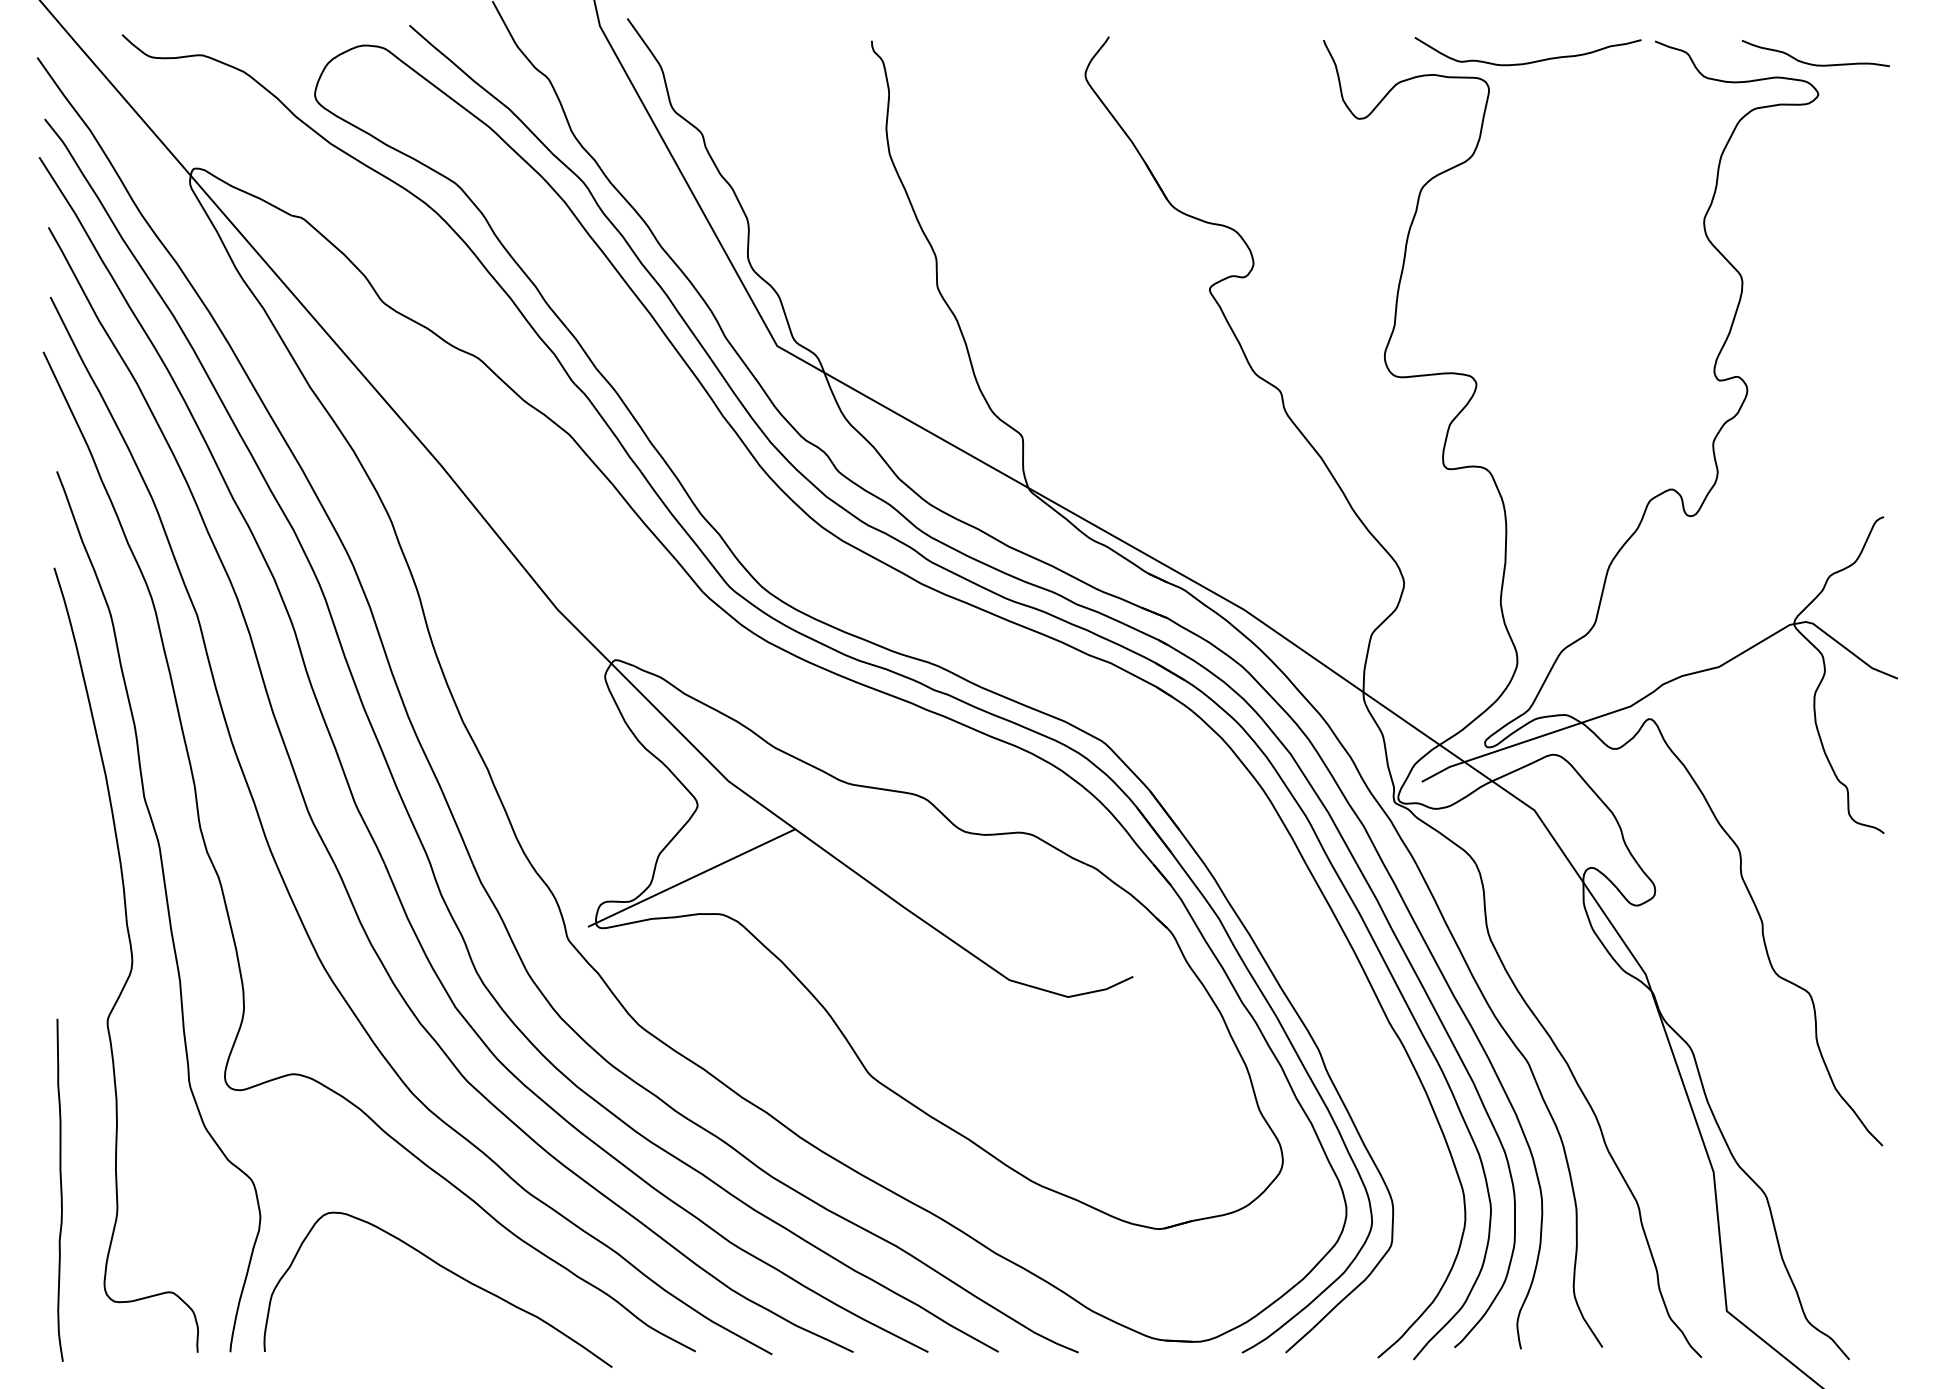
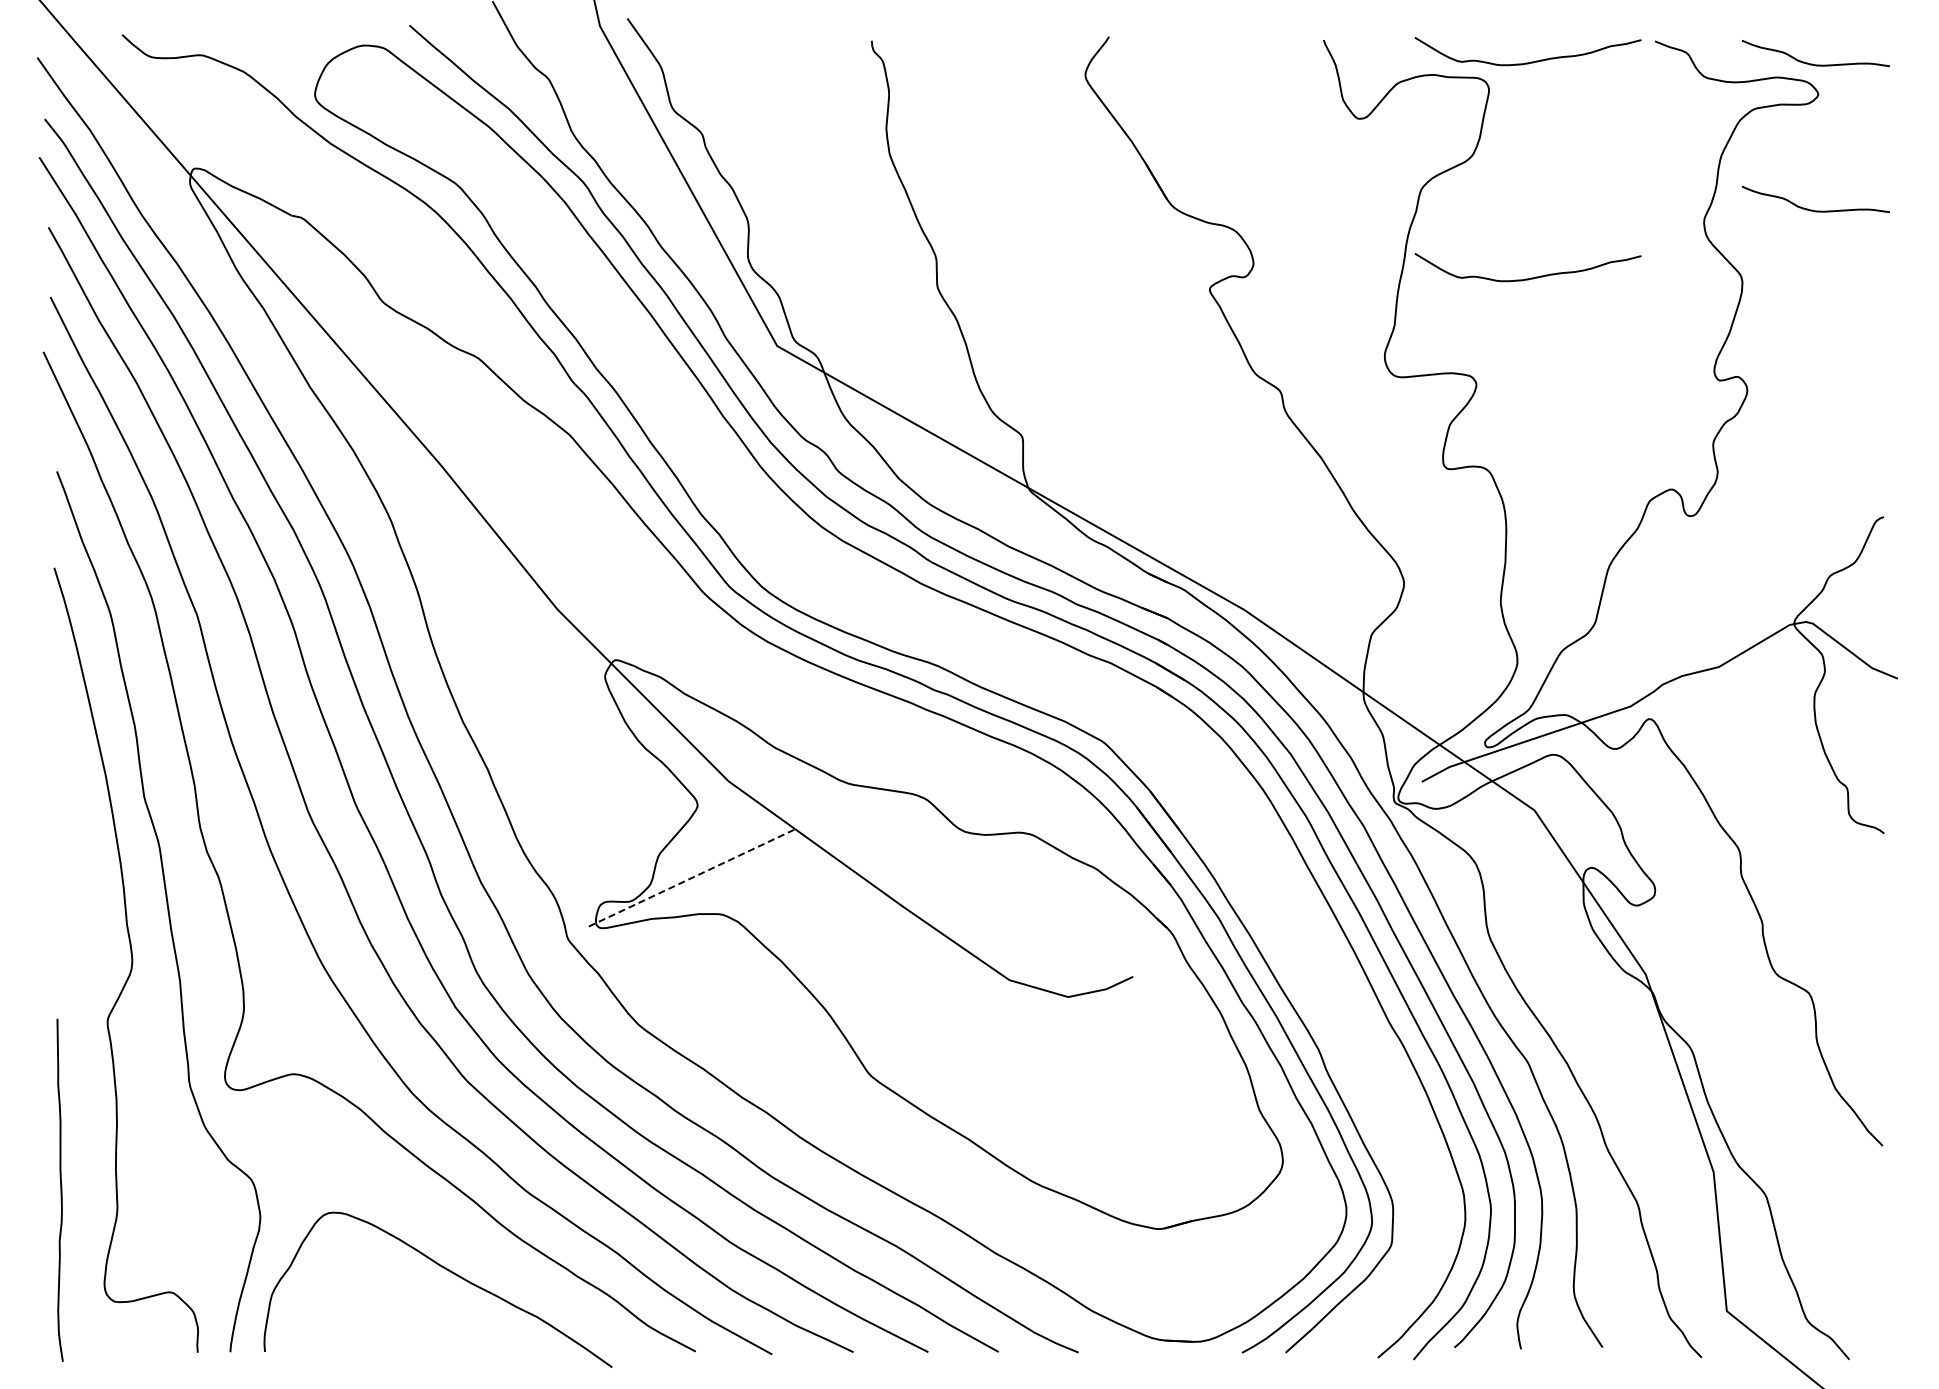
curve at (1812, 209): none -> present
curve at (1531, 277): none -> present
line at (692, 877): solid -> dashed
